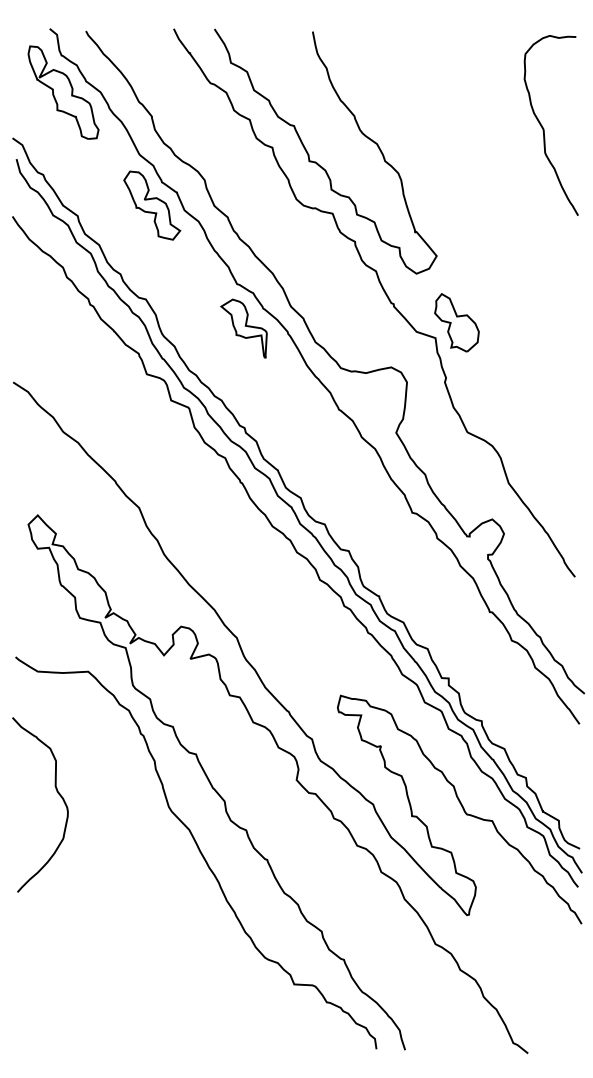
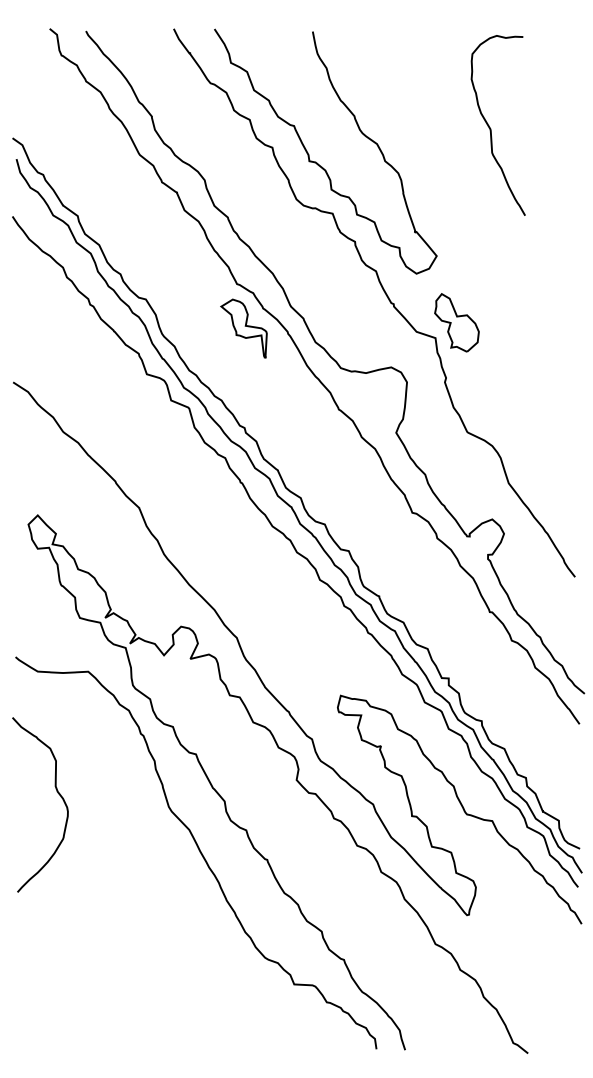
part at (63, 92): present -> none
curve at (544, 128) position: (544, 128) -> (491, 128)
part at (152, 205): present -> none
